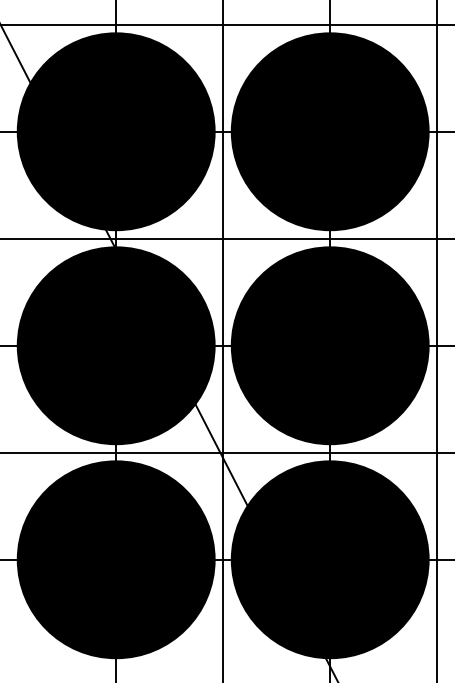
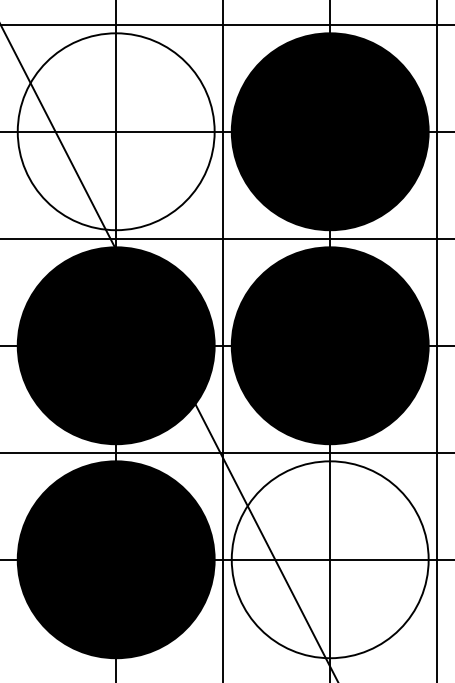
fill at (115, 131): present -> none
fill at (329, 559): present -> none
